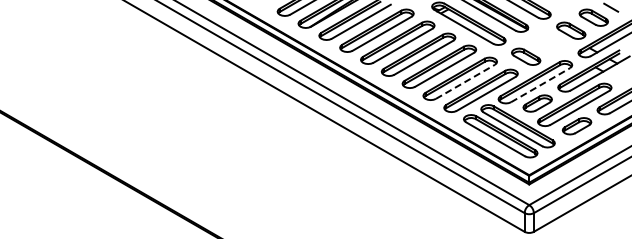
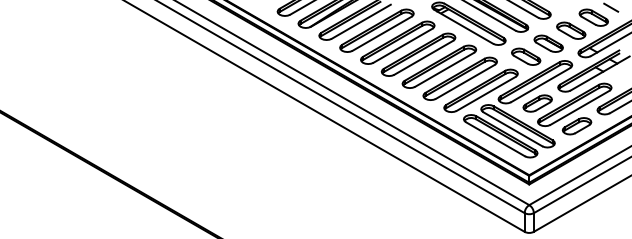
part at (548, 43): none -> present
line at (465, 81): dashed -> solid
line at (541, 84): dashed -> solid
